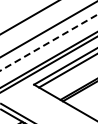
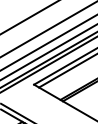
line at (48, 42): dashed -> solid
line at (48, 52): none -> present
